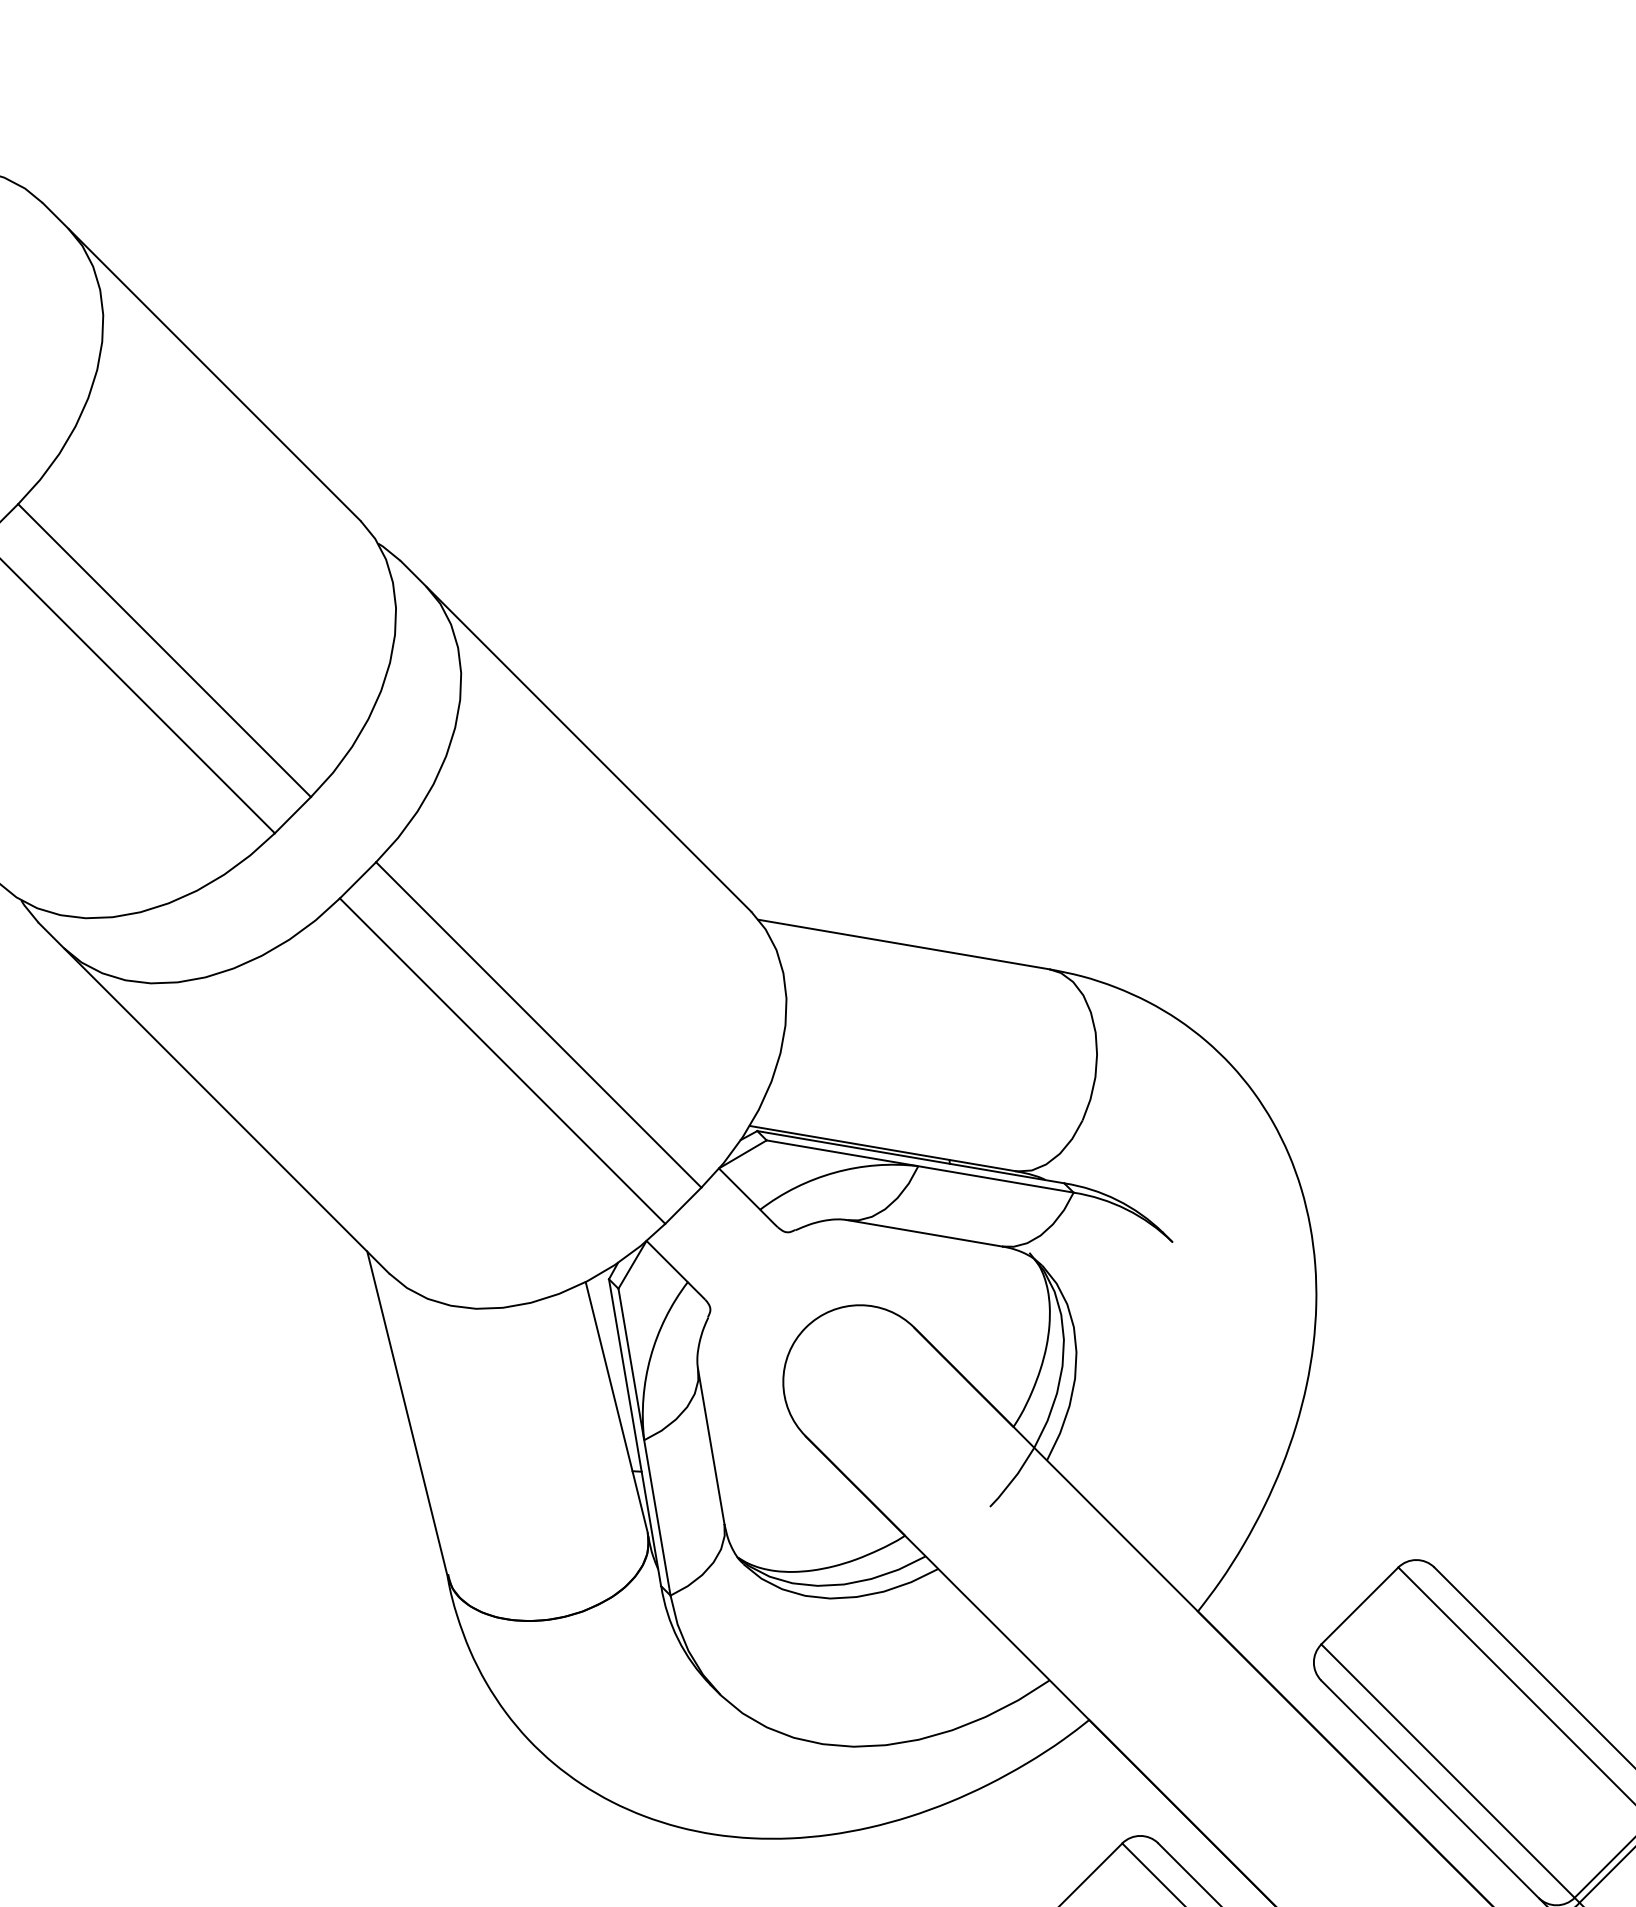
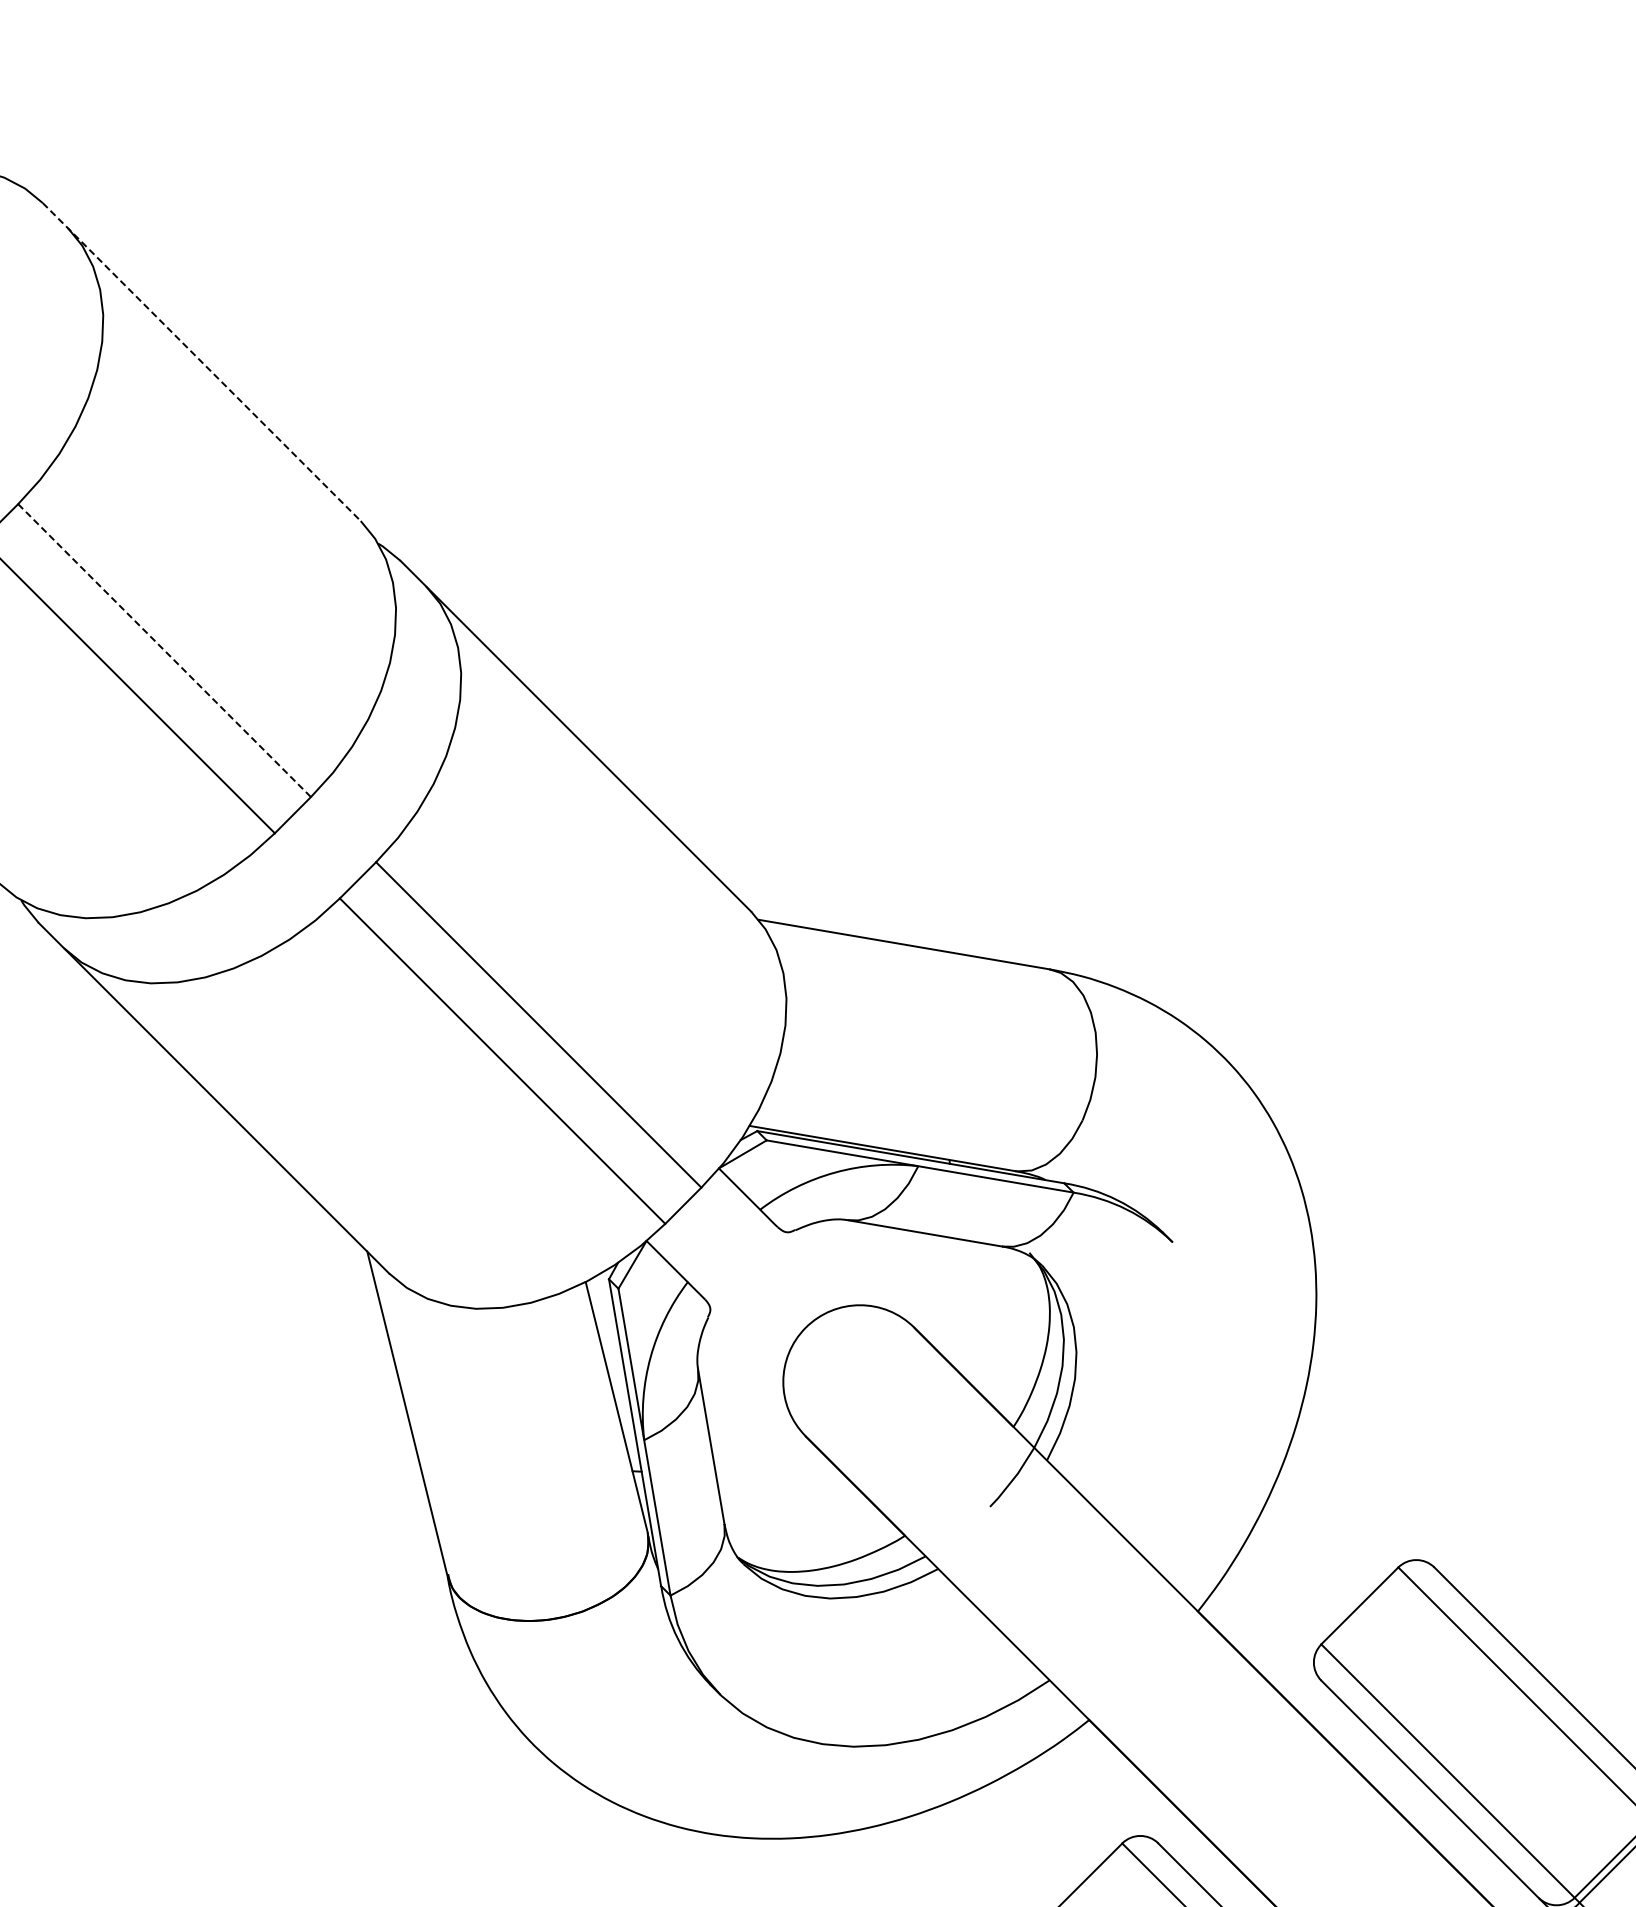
line at (201, 362): solid -> dashed
line at (164, 650): solid -> dashed
